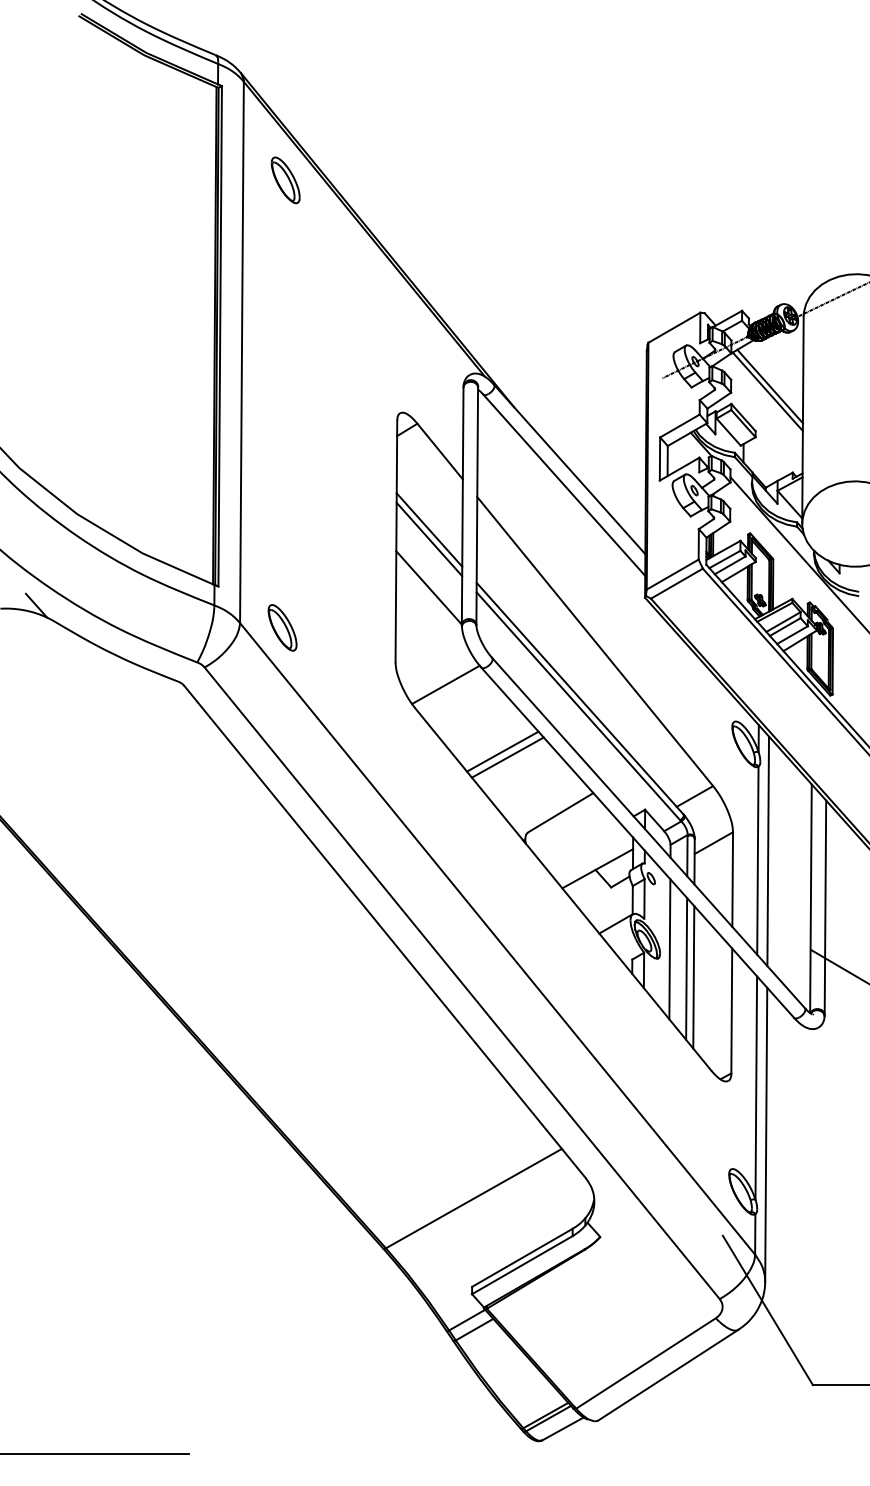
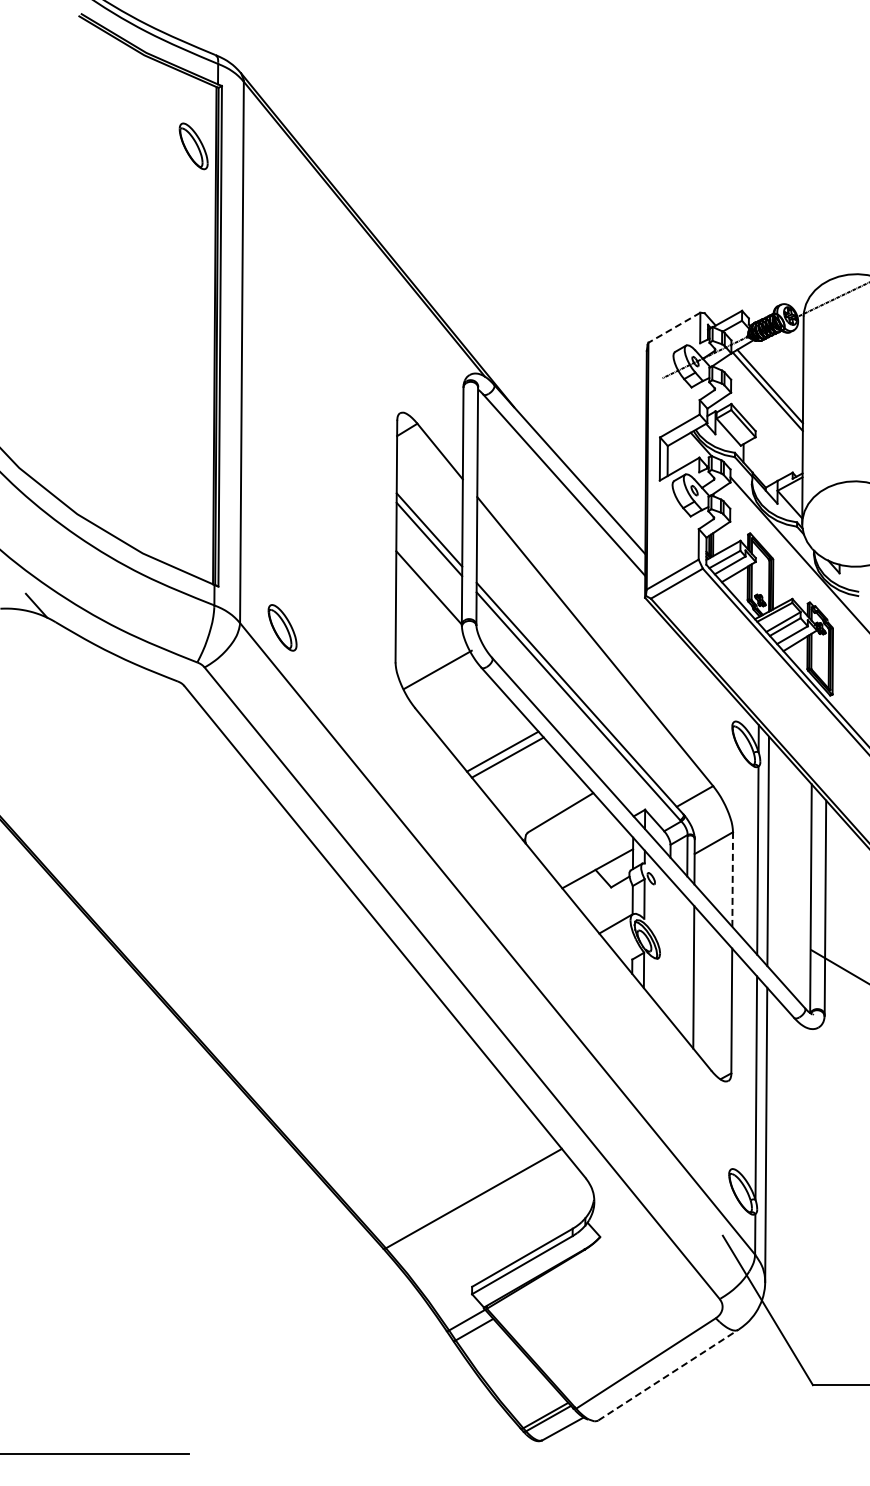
part at (285, 180) position: (285, 180) -> (193, 146)
line at (674, 327): solid -> dashed
line at (445, 684) position: (445, 684) -> (437, 669)
line at (732, 879): solid -> dashed
line at (669, 949): present -> none
line at (686, 968): present -> none
line at (668, 1374): solid -> dashed
